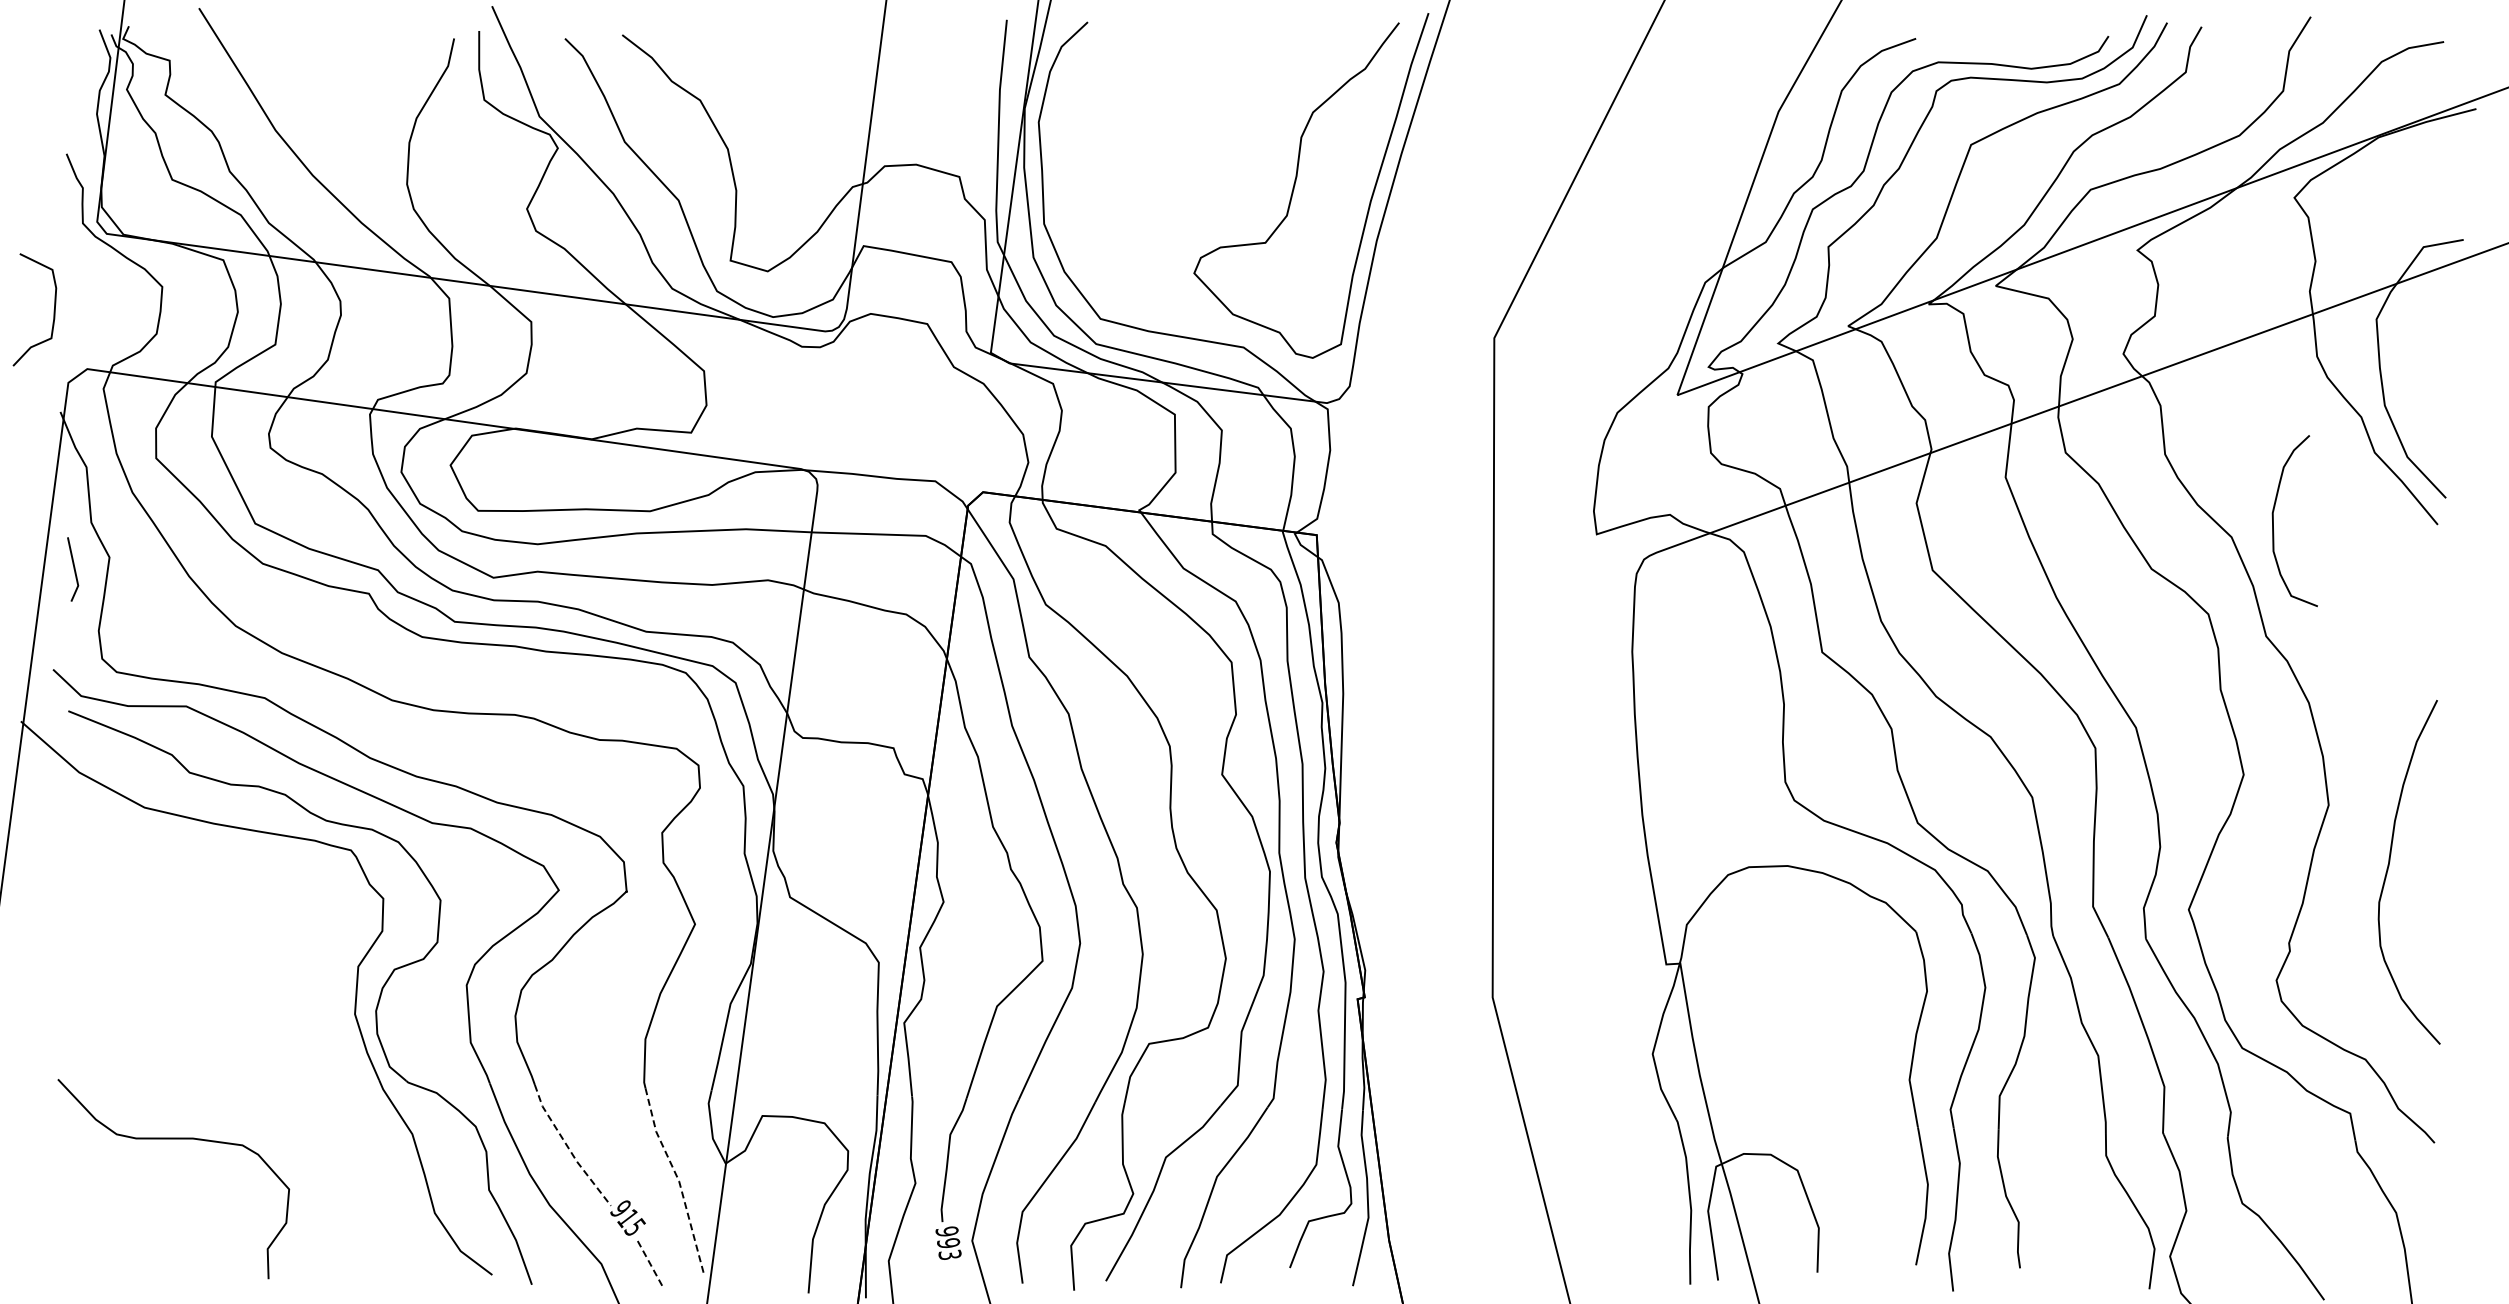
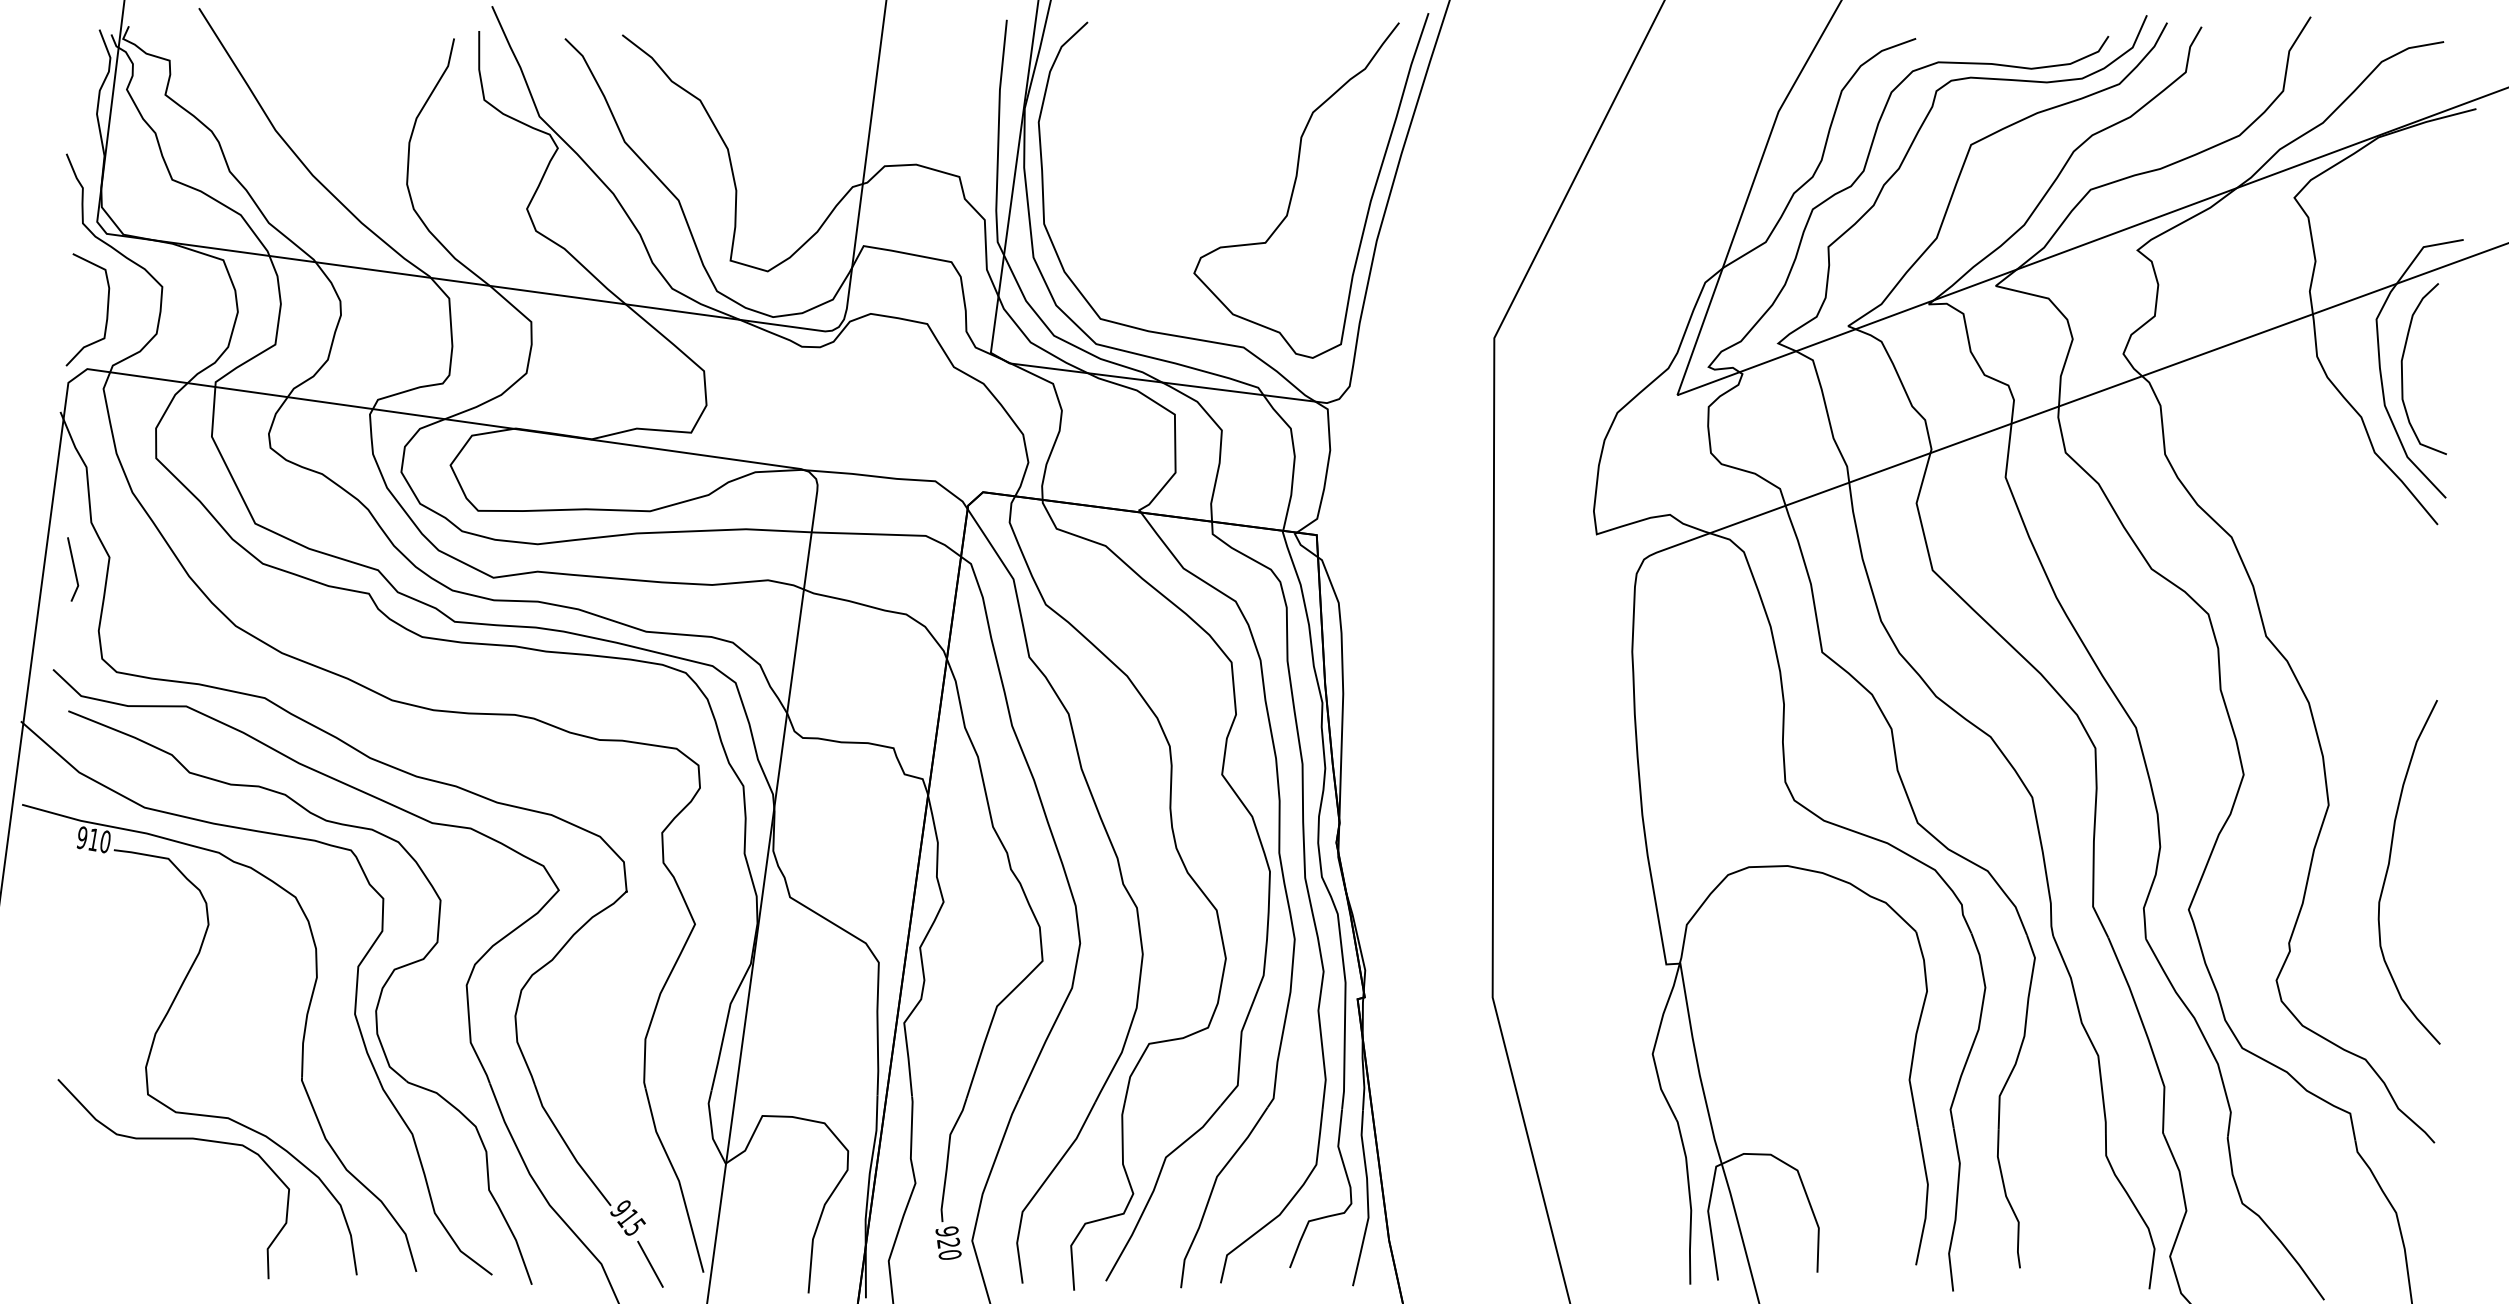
curve at (53, 310) position: (53, 310) -> (106, 310)
curve at (2273, 521) position: (2273, 521) -> (2402, 369)
part at (168, 1013): none -> present
line at (568, 1148): dashed -> solid
line at (678, 1179): dashed -> solid
text at (949, 1248): 993 -> 920
line at (650, 1264): dashed -> solid
